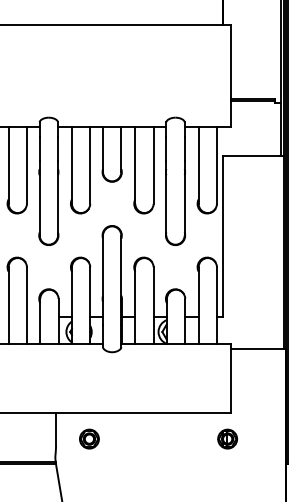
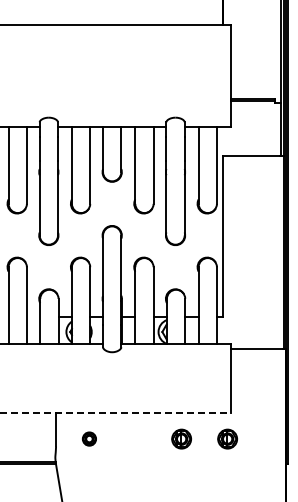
line at (115, 413): solid -> dashed
part at (89, 438) size: 21x22 px -> 15x16 px
part at (181, 438): none -> present
